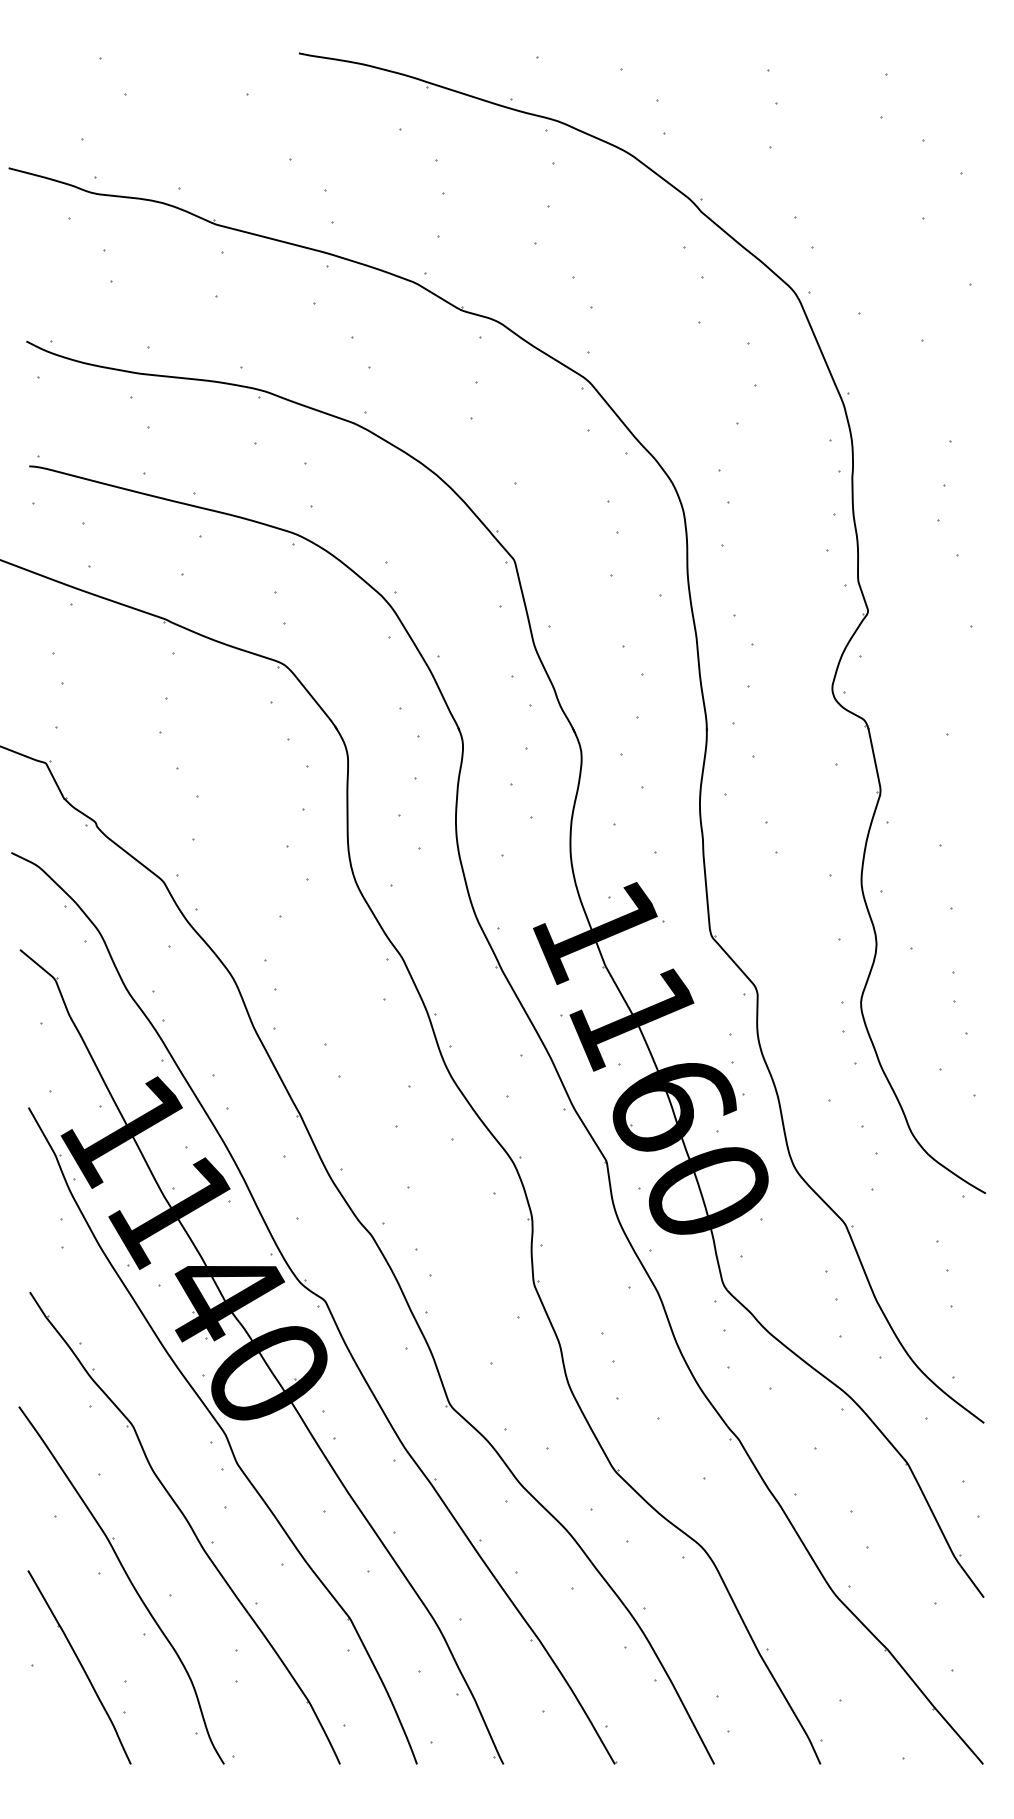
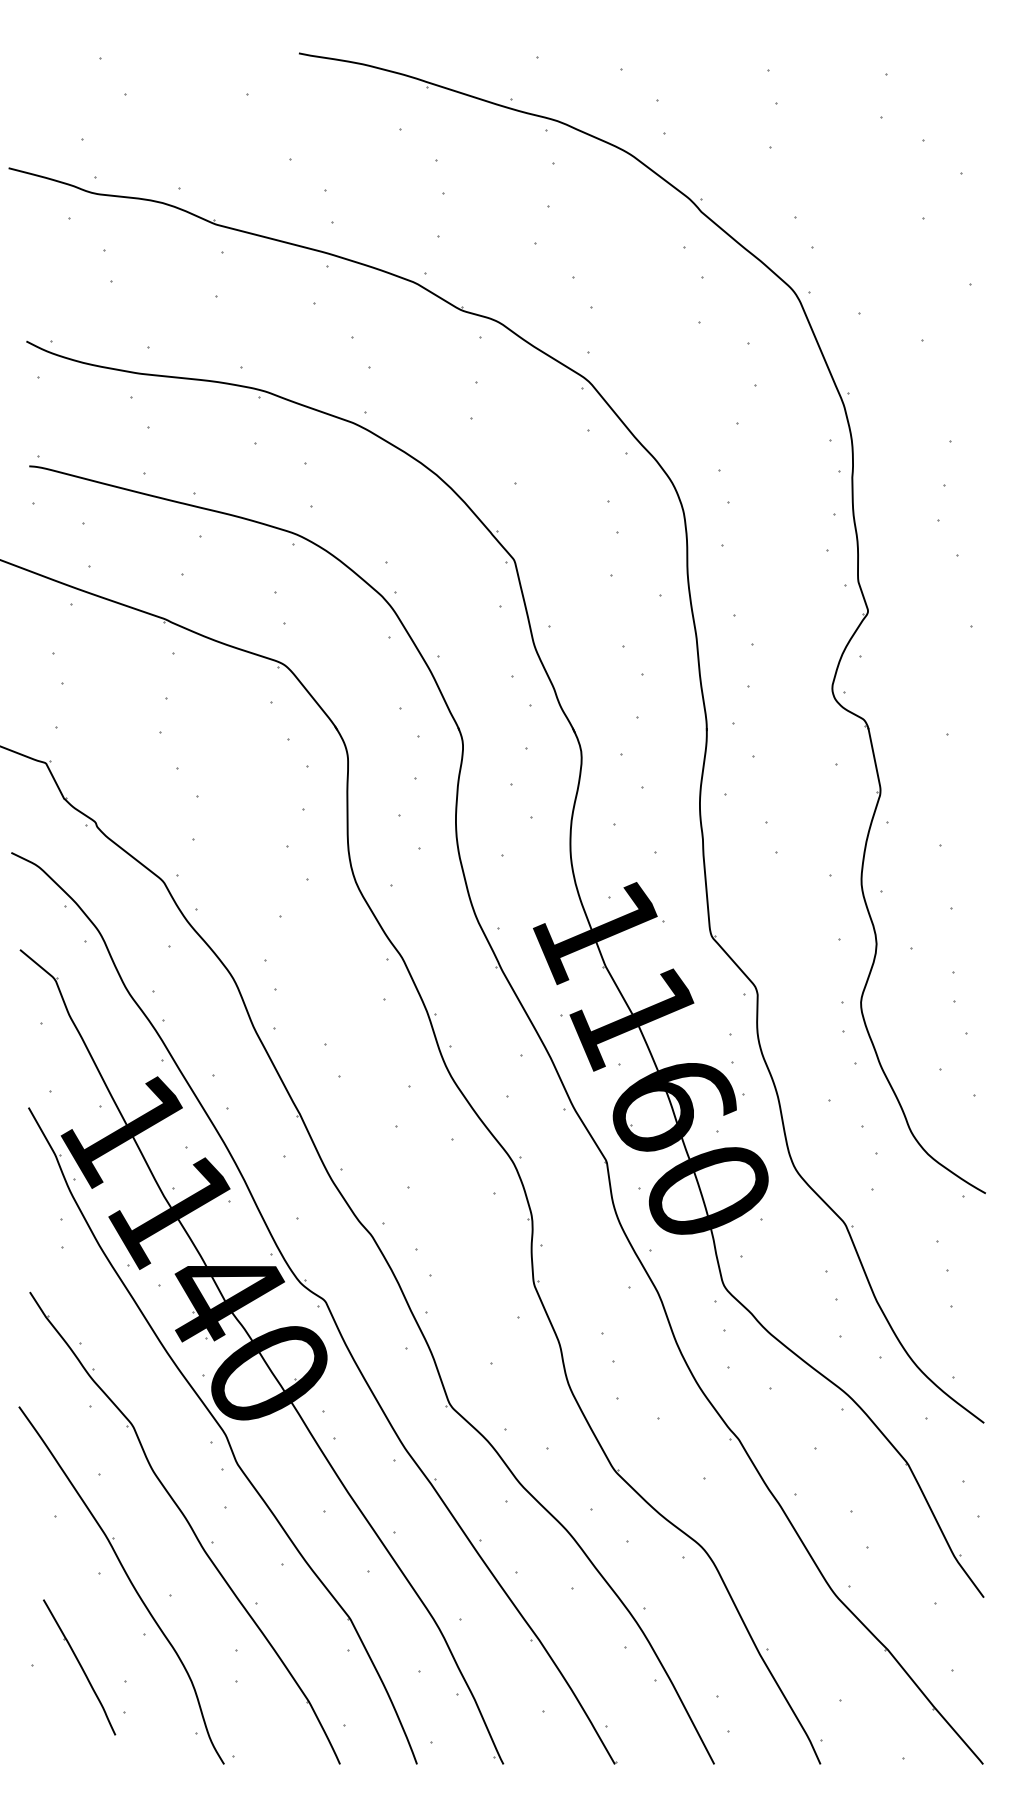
part at (79, 1667) size: 105x195 px -> 74x137 px
